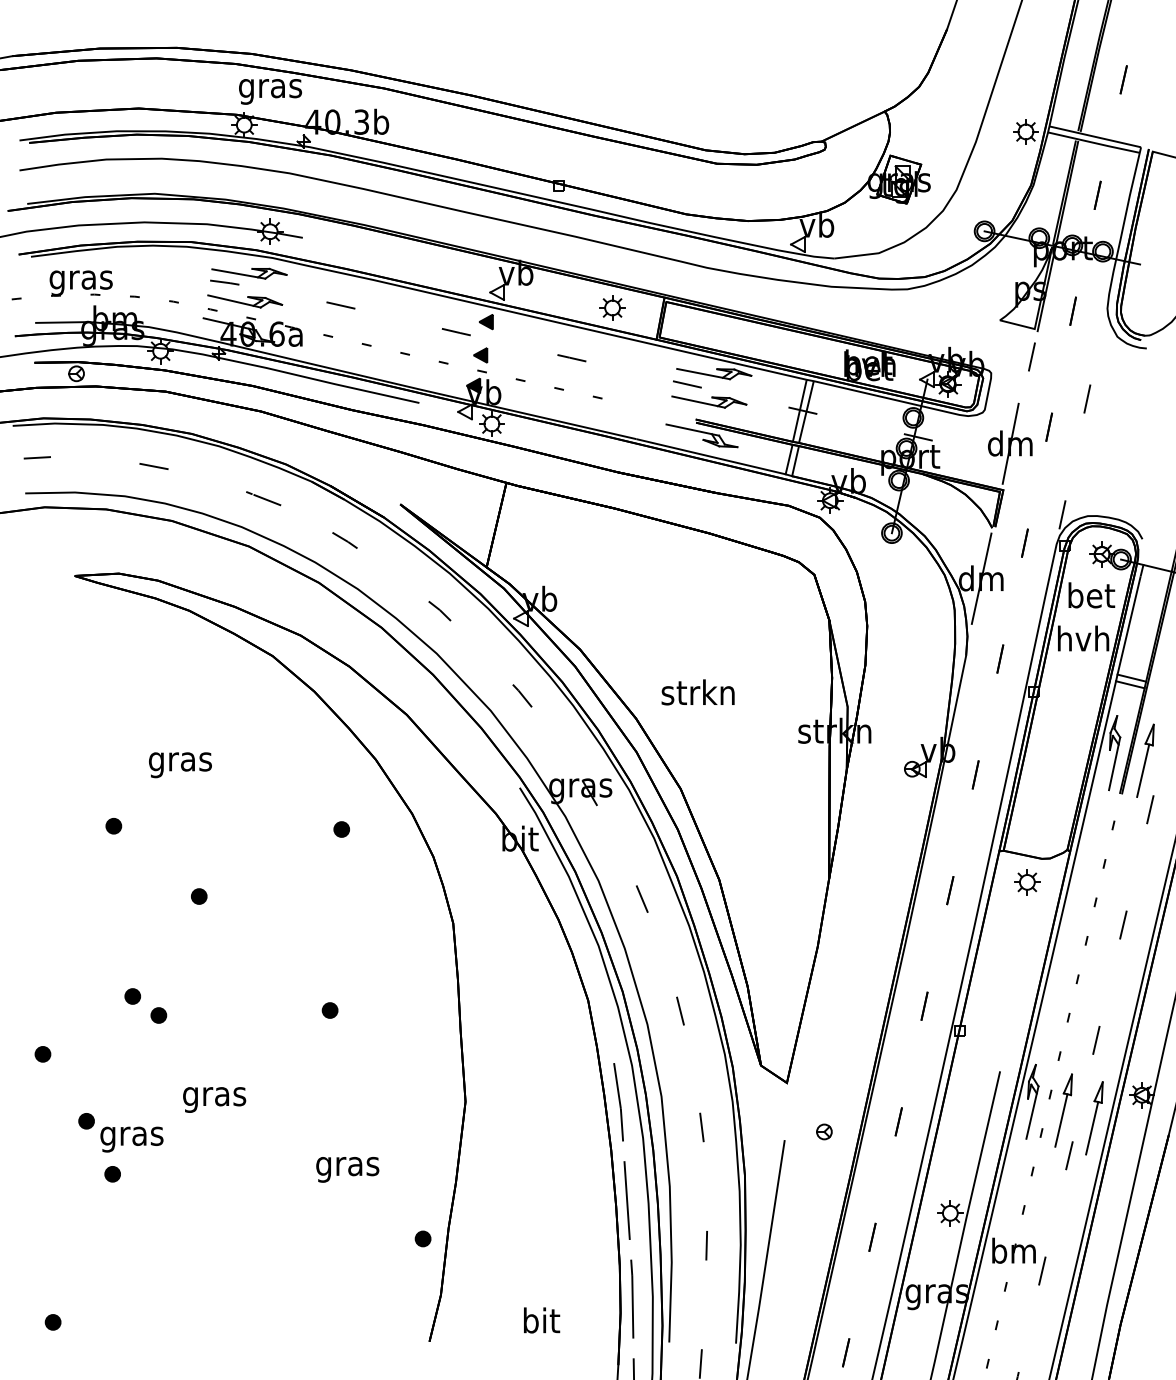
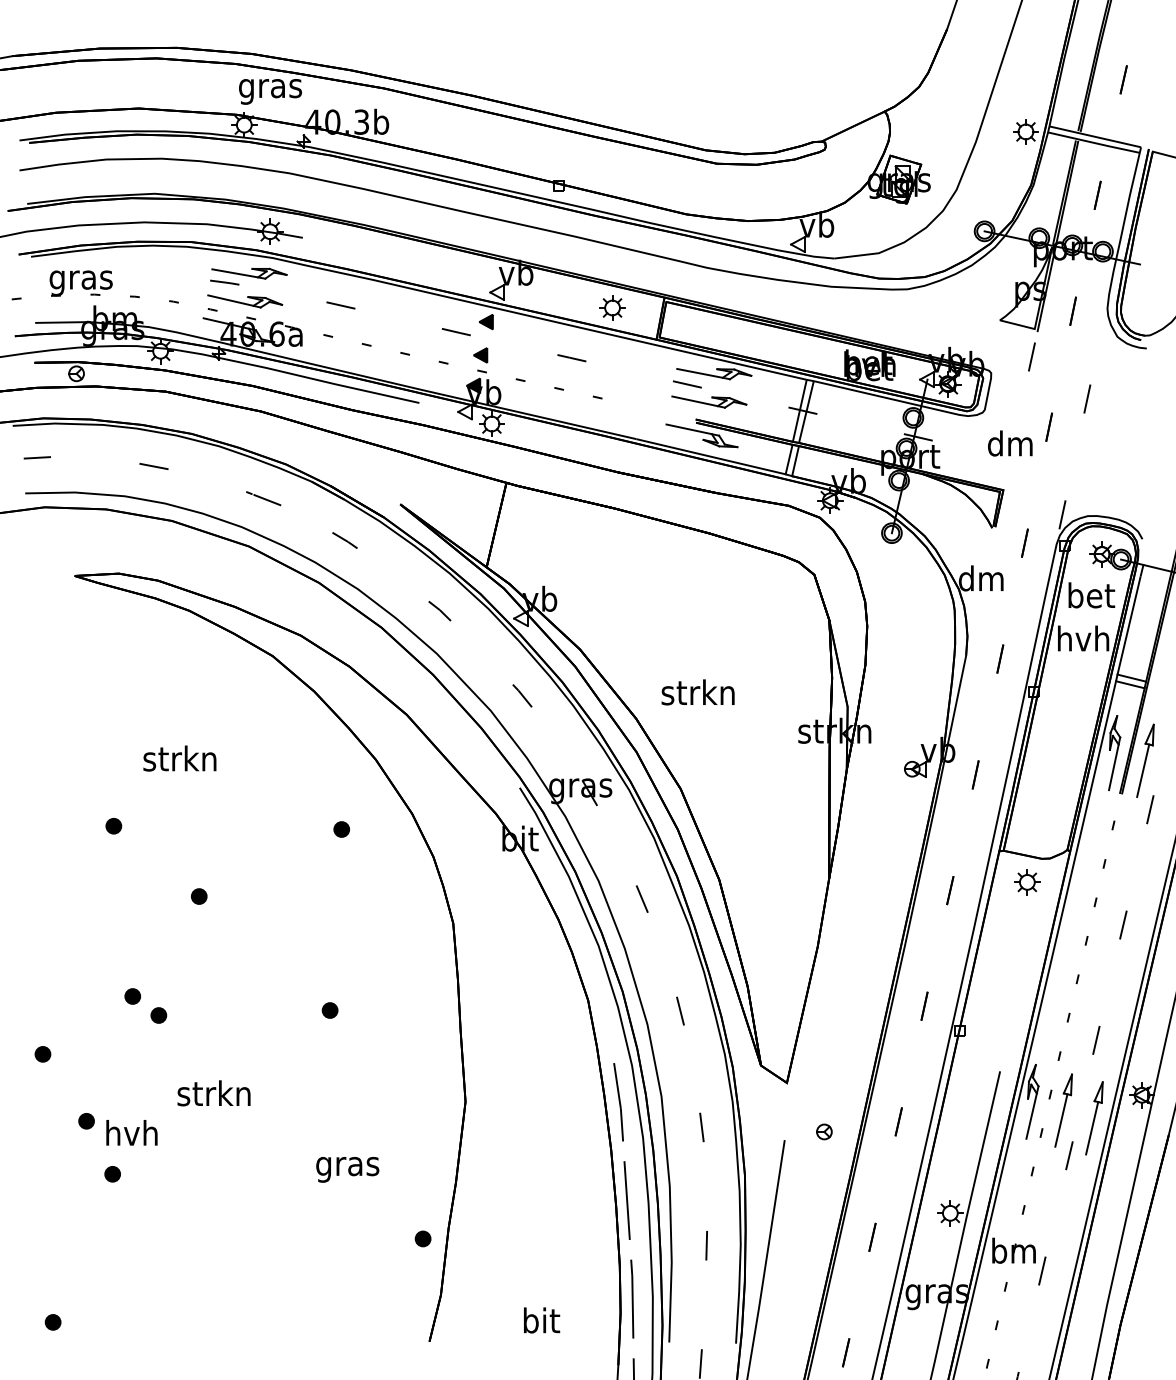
line at (1010, 443): present -> none
line at (981, 578): present -> none
text at (179, 761): gras -> strkn
text at (213, 1096): gras -> strkn
text at (131, 1136): gras -> hvh
